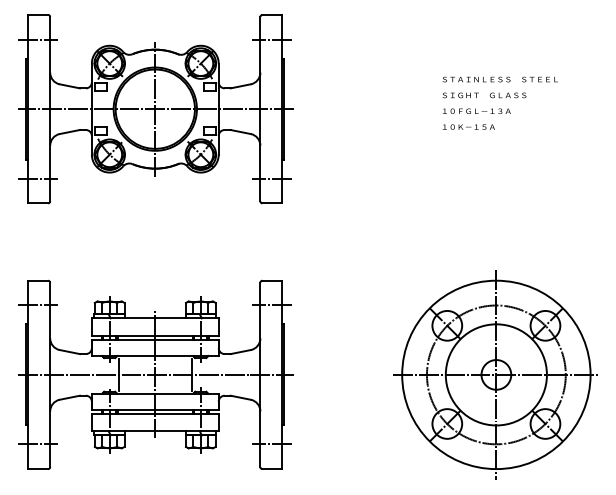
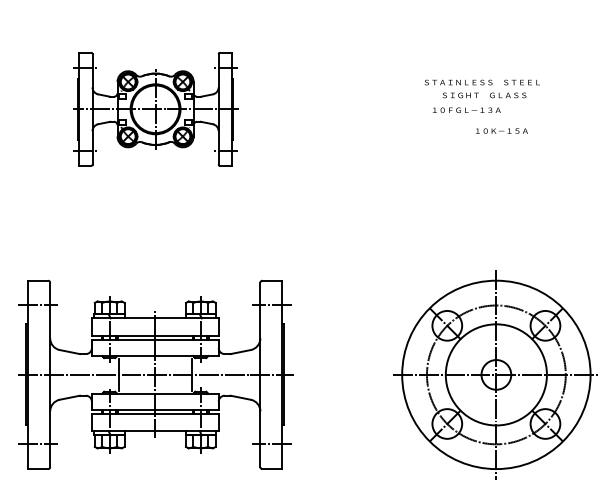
text at (499, 79) position: (499, 79) -> (481, 82)
part at (155, 109) size: 276x191 px -> 166x115 px
text at (476, 110) position: (476, 110) -> (466, 109)
text at (468, 126) position: (468, 126) -> (501, 130)
